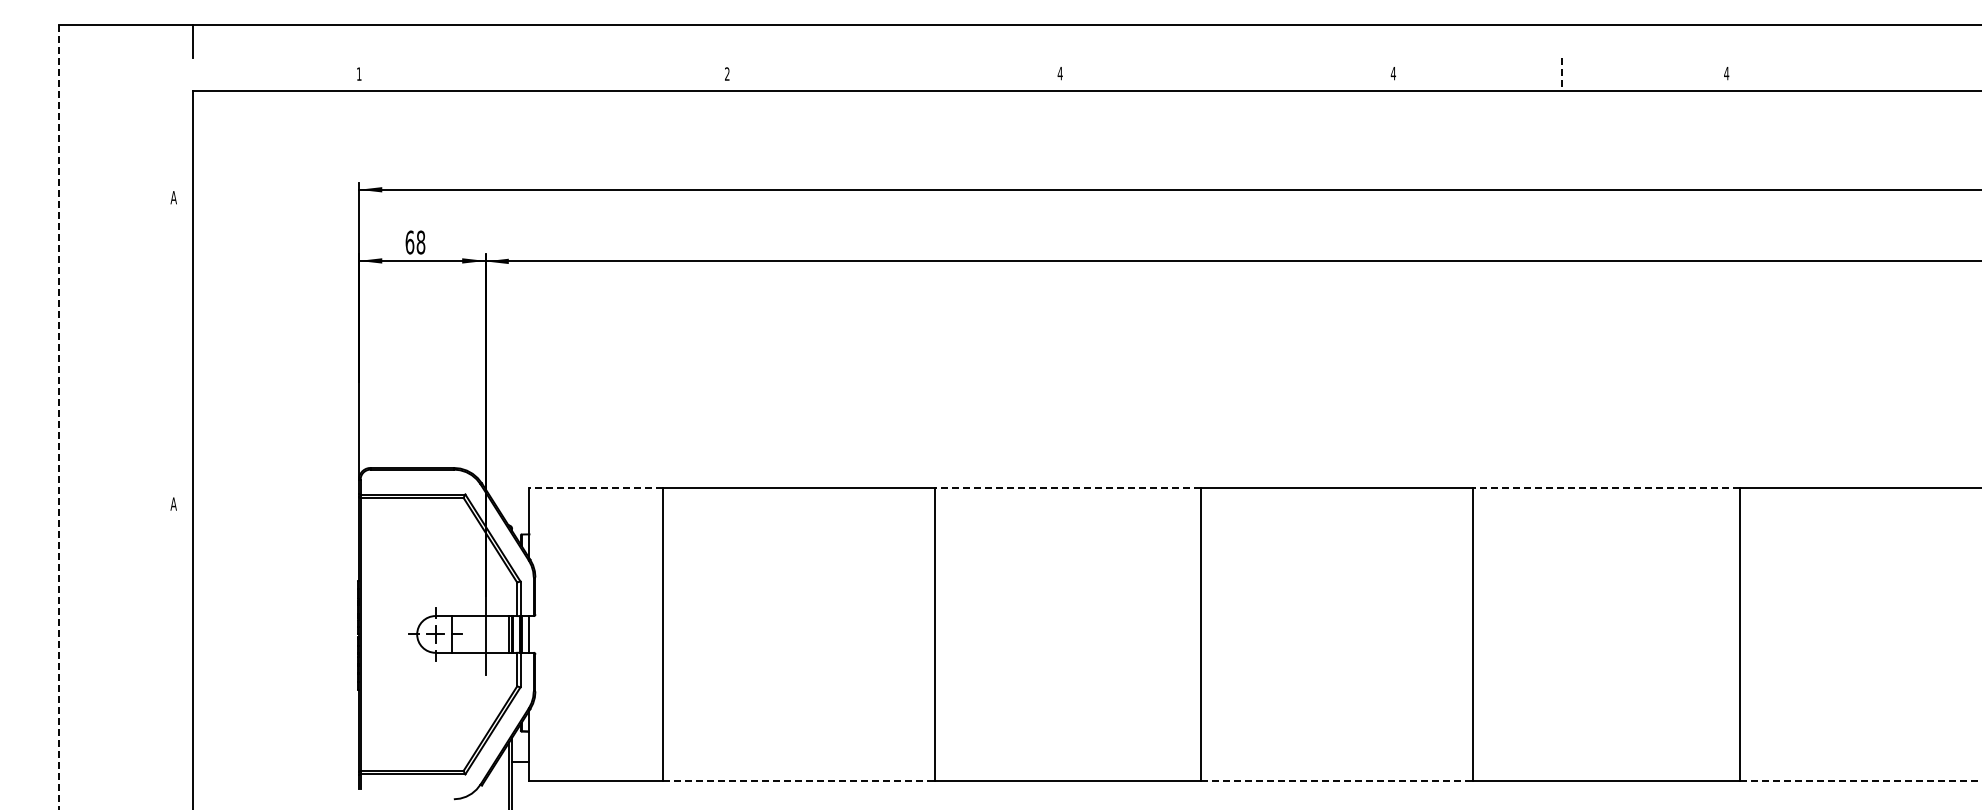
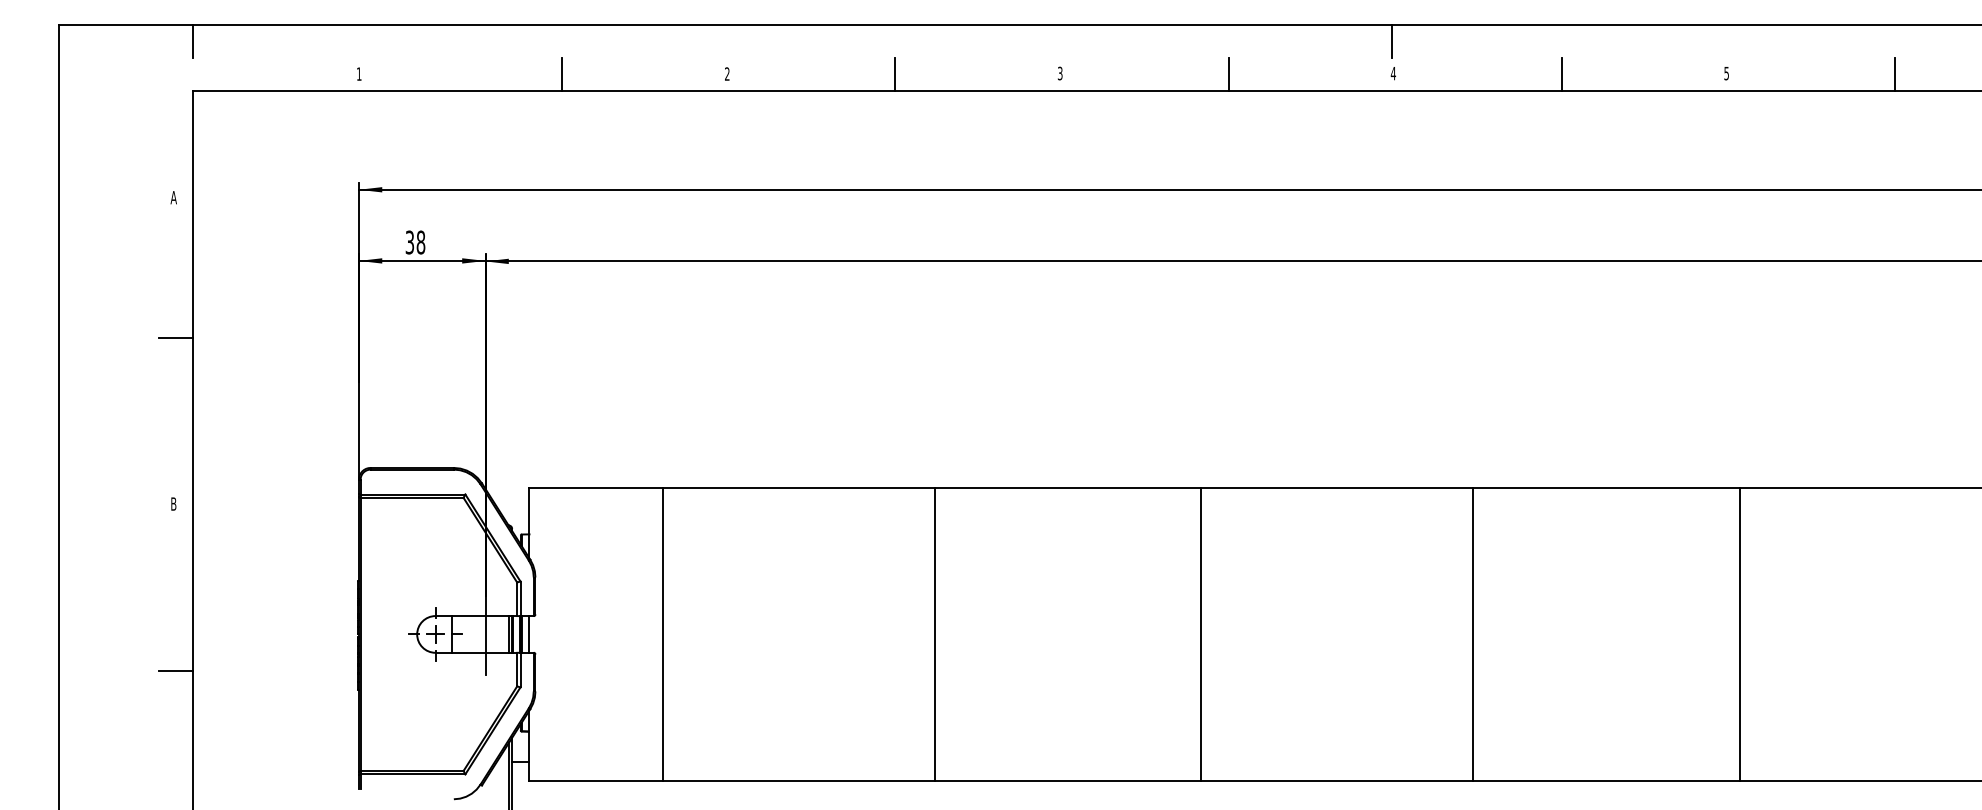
line at (1391, 40): none -> present
text at (1059, 73): 4 -> 3
text at (1726, 73): 4 -> 5
line at (562, 74): none -> present
line at (895, 74): none -> present
line at (1228, 74): none -> present
line at (1561, 74): dashed -> solid
line at (1894, 74): none -> present
text at (409, 242): 68 -> 38
line at (175, 337): none -> present
line at (59, 416): dashed -> solid
line at (596, 487): dashed -> solid
line at (1067, 487): dashed -> solid
line at (1605, 487): dashed -> solid
text at (173, 503): A -> B
line at (175, 670): none -> present
line at (798, 780): dashed -> solid
line at (1337, 780): dashed -> solid
line at (1860, 780): dashed -> solid
